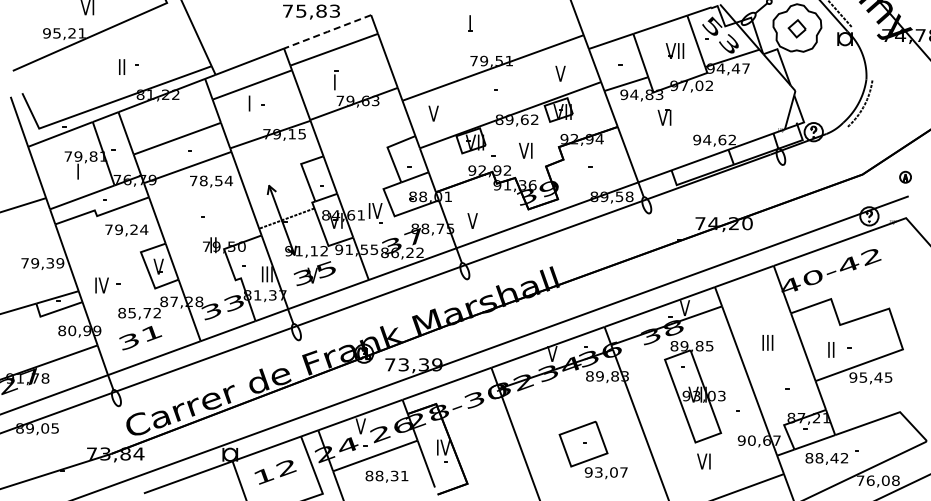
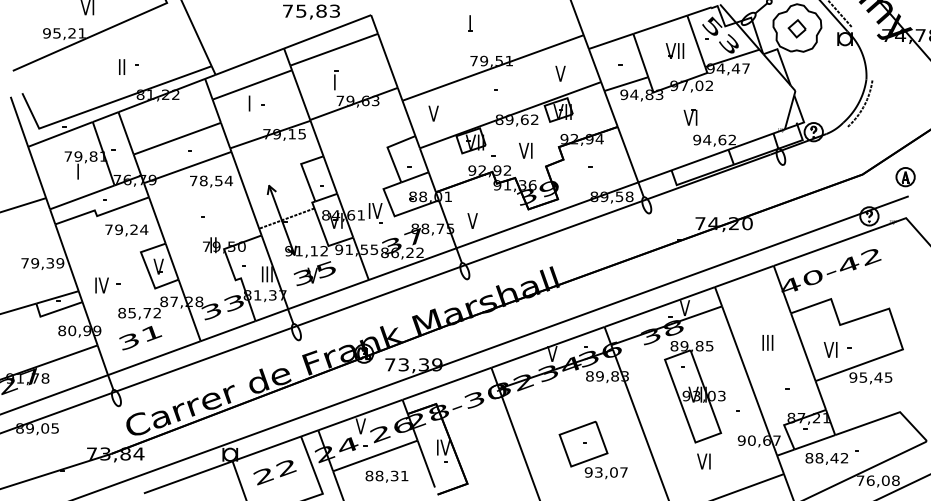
line at (327, 31): dashed -> solid
part at (664, 117) position: (664, 117) -> (690, 117)
part at (905, 176) size: 13x14 px -> 21x21 px
text at (830, 349): II -> VI
text at (263, 476): 12 -> 22
